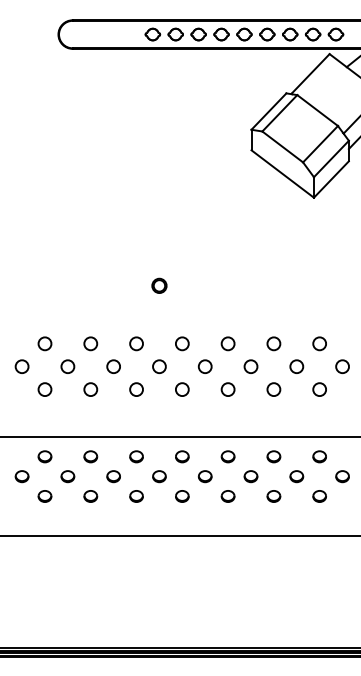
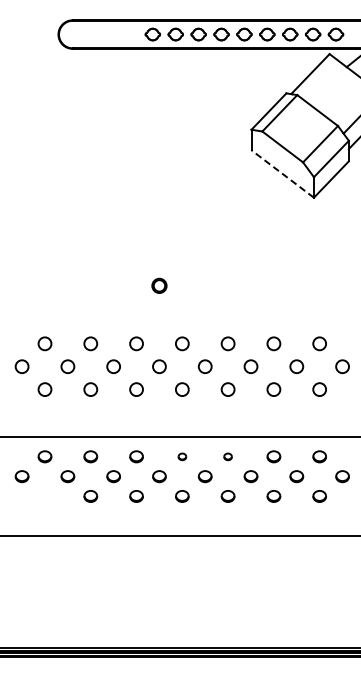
line at (282, 173): solid -> dashed
part at (182, 456) size: 15x14 px -> 11x10 px
part at (227, 456) size: 16x14 px -> 10x10 px
part at (44, 496): present -> none
